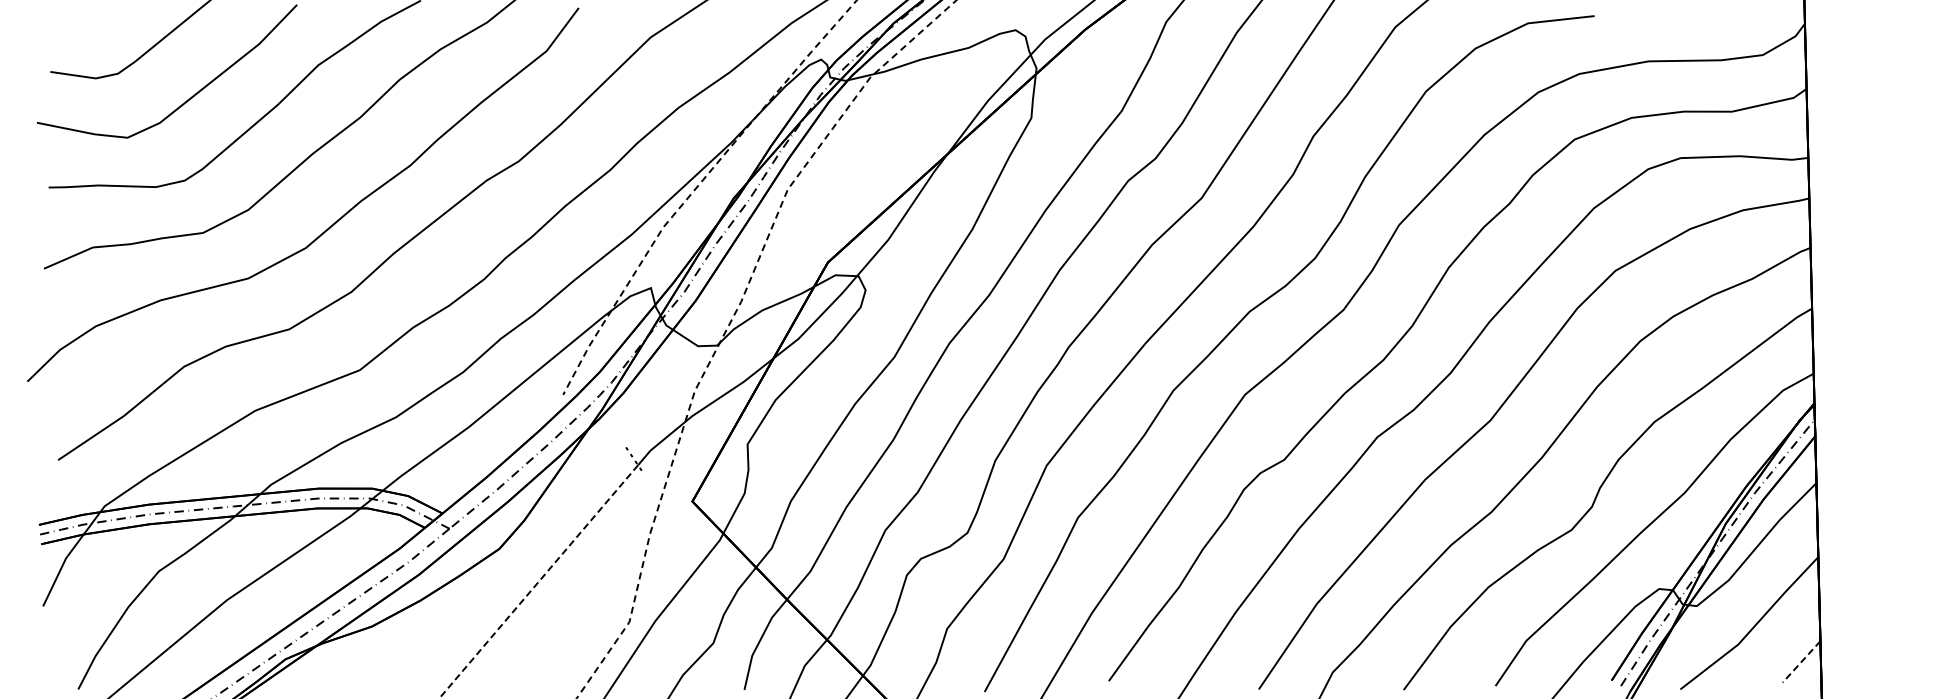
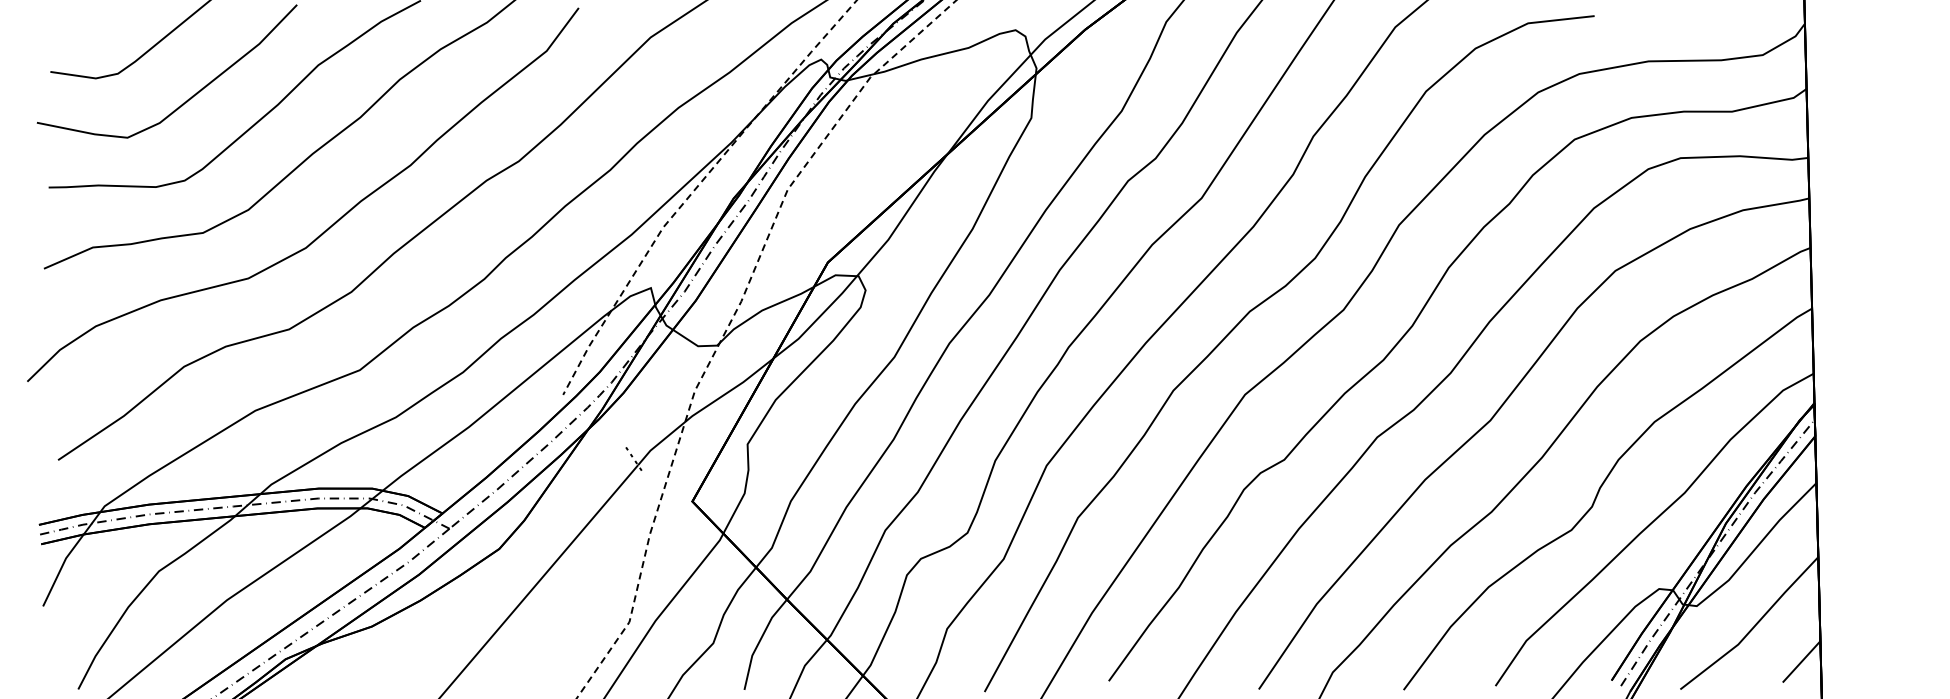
line at (538, 582): dashed -> solid
line at (1801, 661): dashed -> solid
